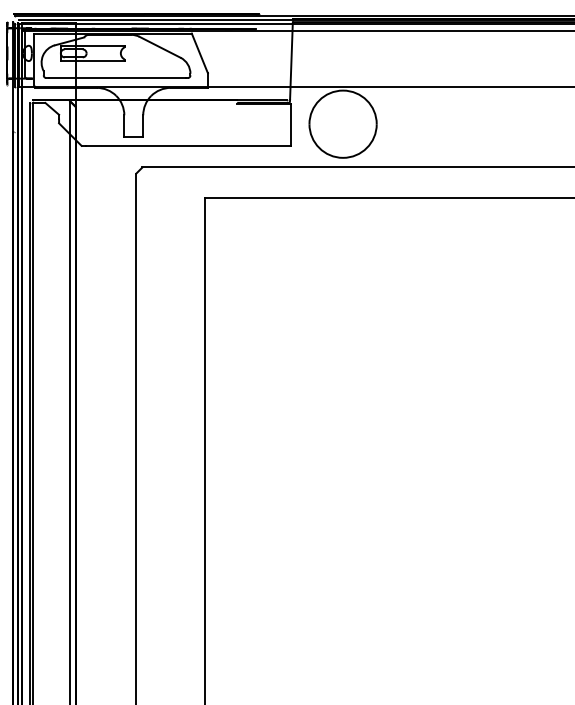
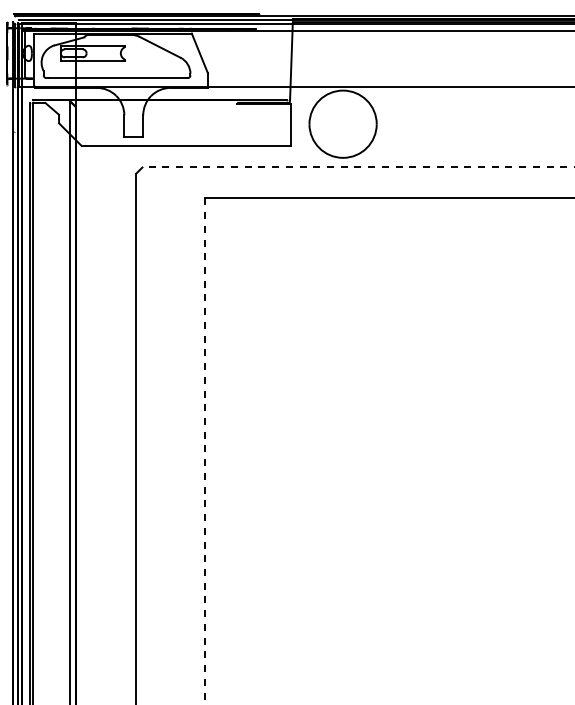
line at (358, 167): solid -> dashed
line at (205, 450): solid -> dashed
